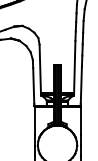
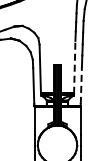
line at (74, 66): solid -> dashed
line at (81, 85): solid -> dashed
